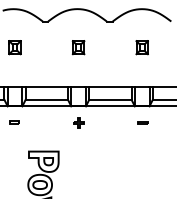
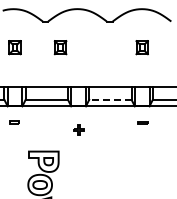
part at (78, 47) position: (78, 47) -> (60, 47)
line at (109, 99): solid -> dashed
part at (78, 122) position: (78, 122) -> (78, 129)
